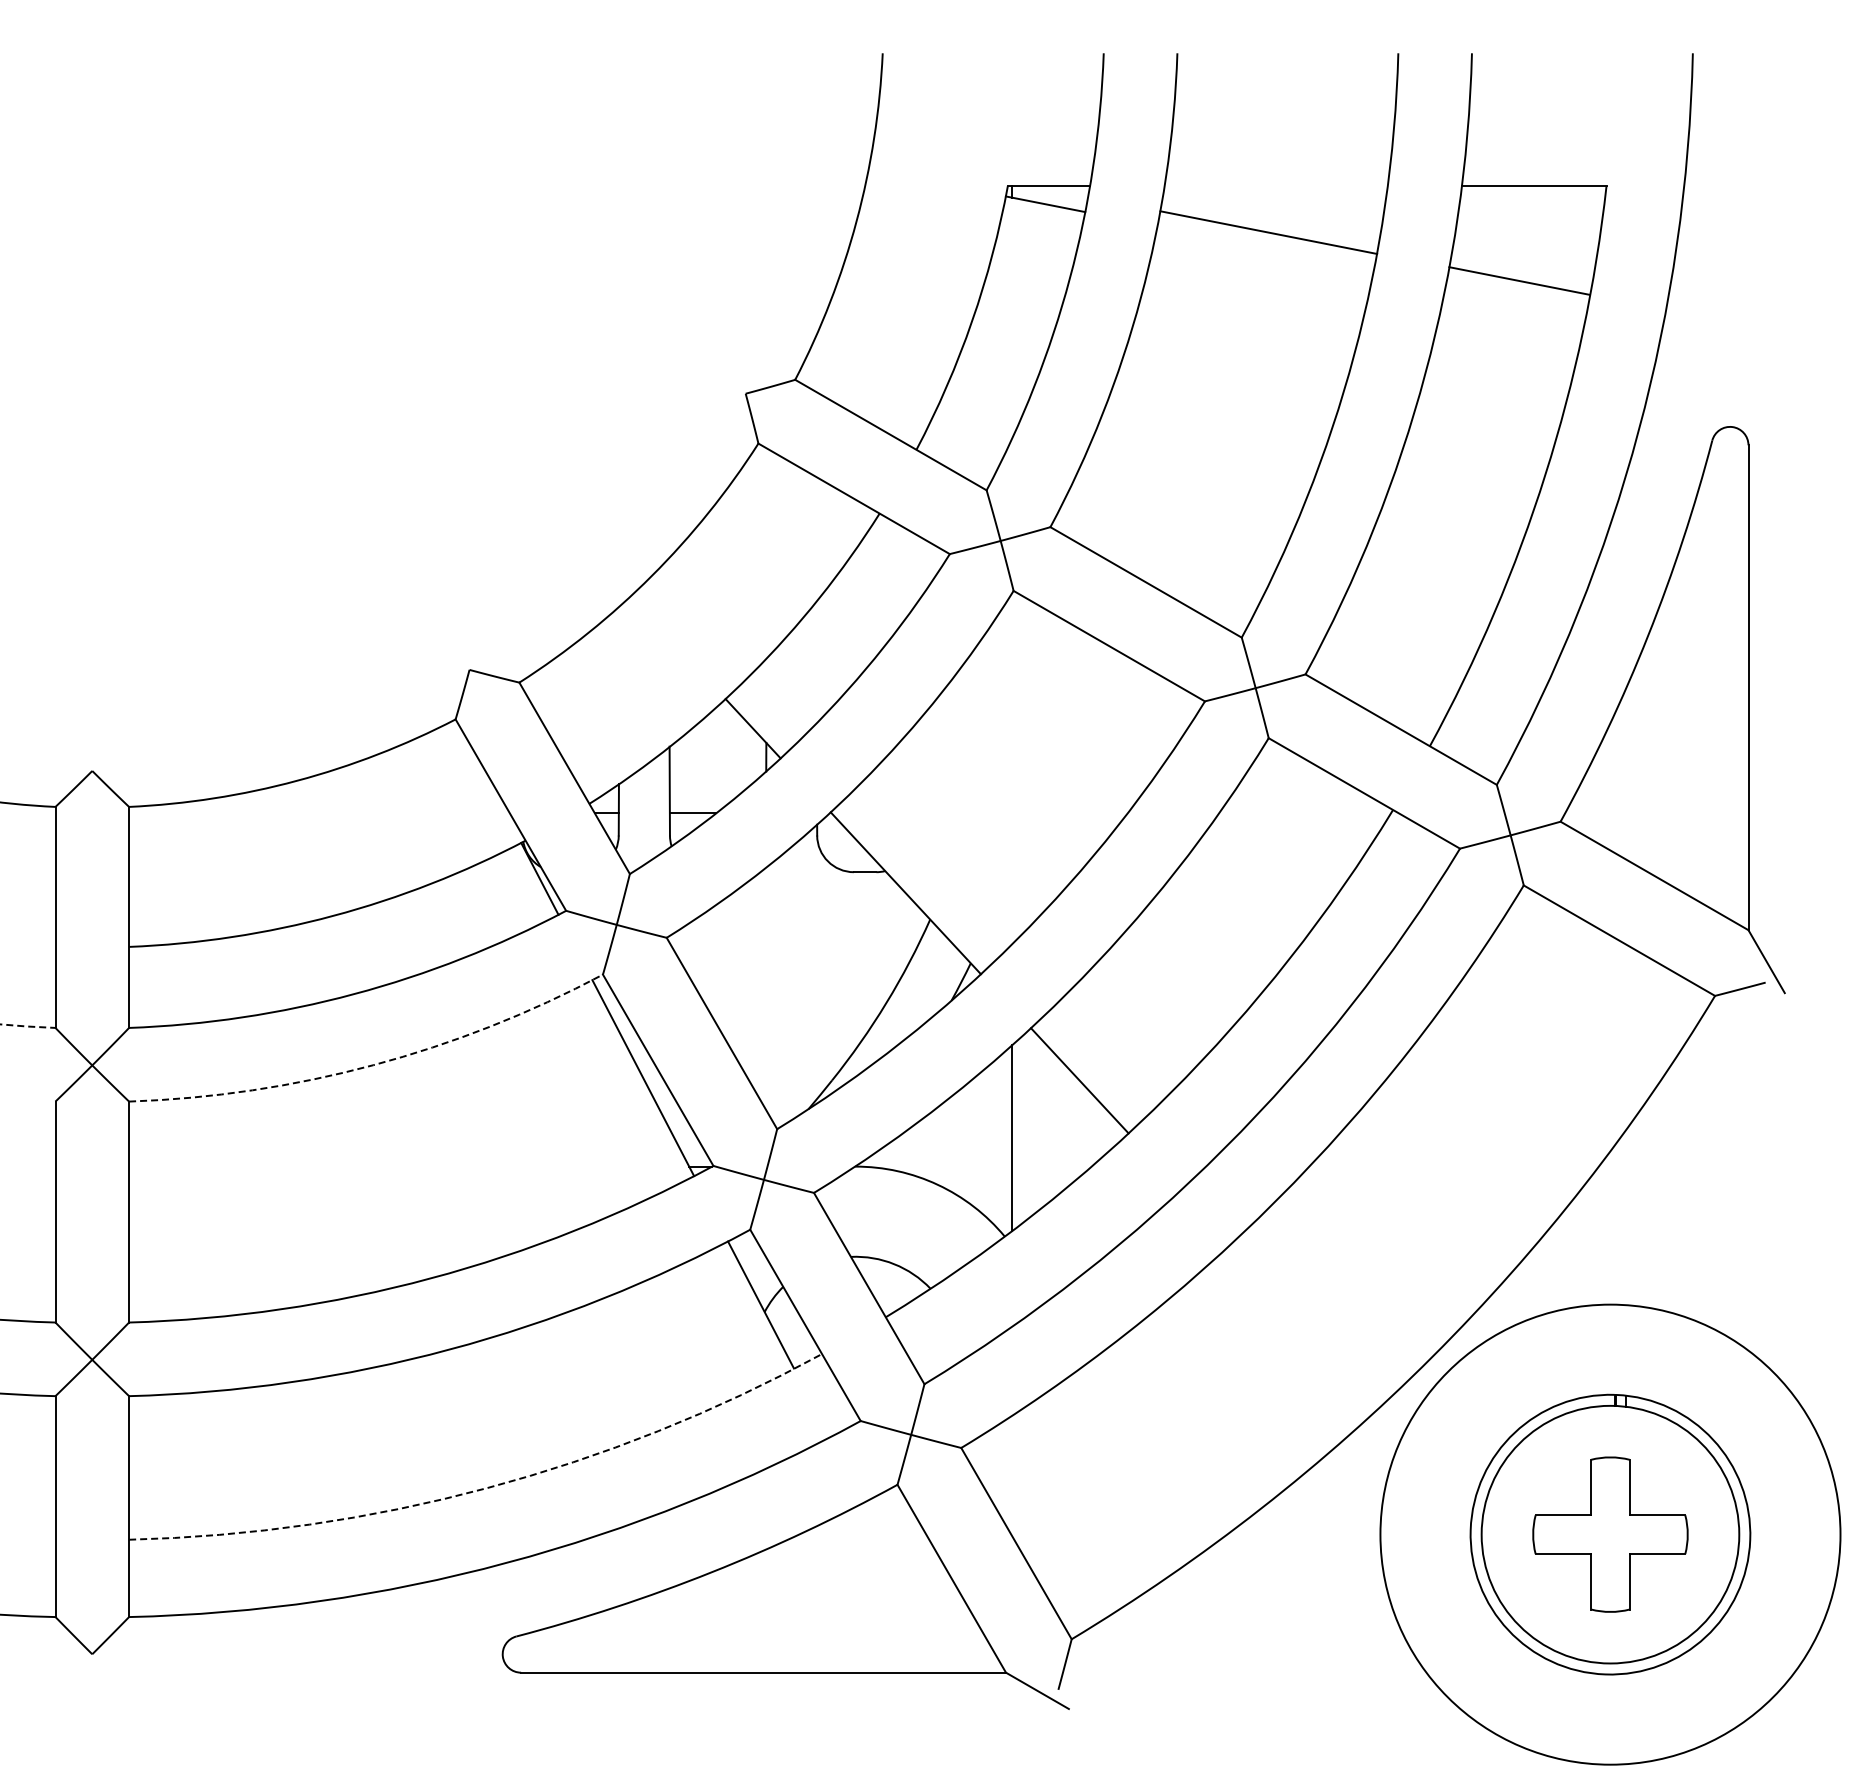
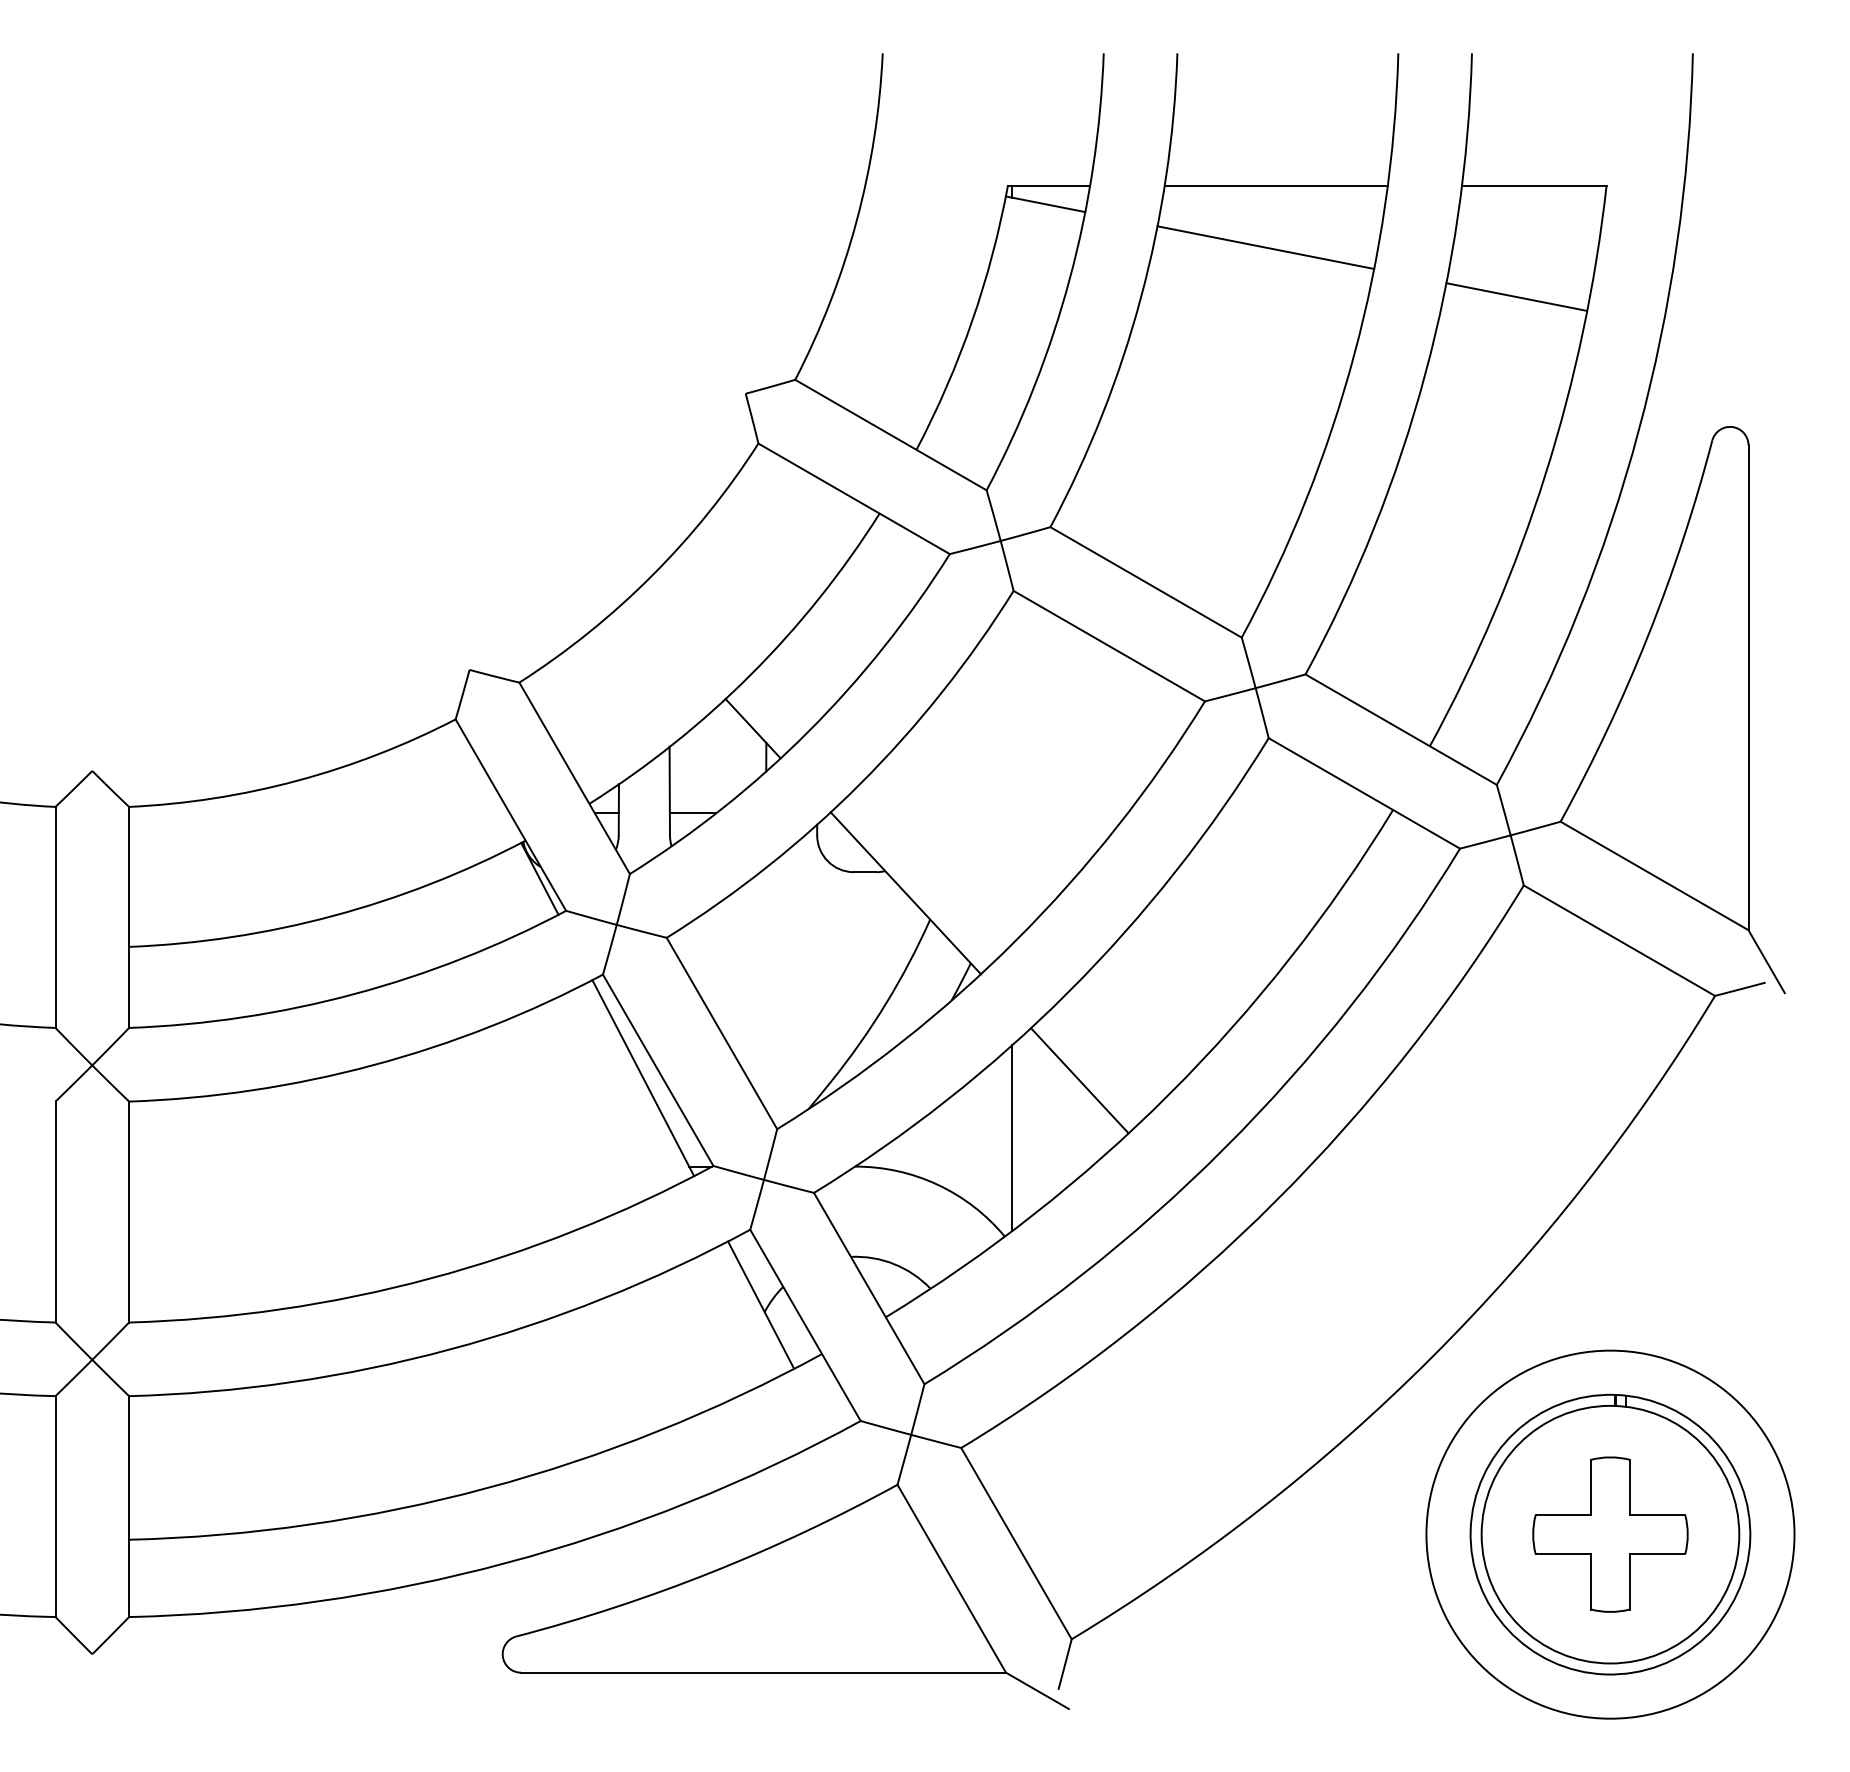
line at (1275, 185): none -> present
line at (1268, 232) position: (1268, 232) -> (1265, 247)
line at (1519, 280) position: (1519, 280) -> (1516, 296)
arc at (27, 1026): dashed -> solid
arc at (373, 1065): dashed -> solid
arc at (486, 1488): dashed -> solid
circle at (1610, 1534) diameter: 460 px -> 368 px
